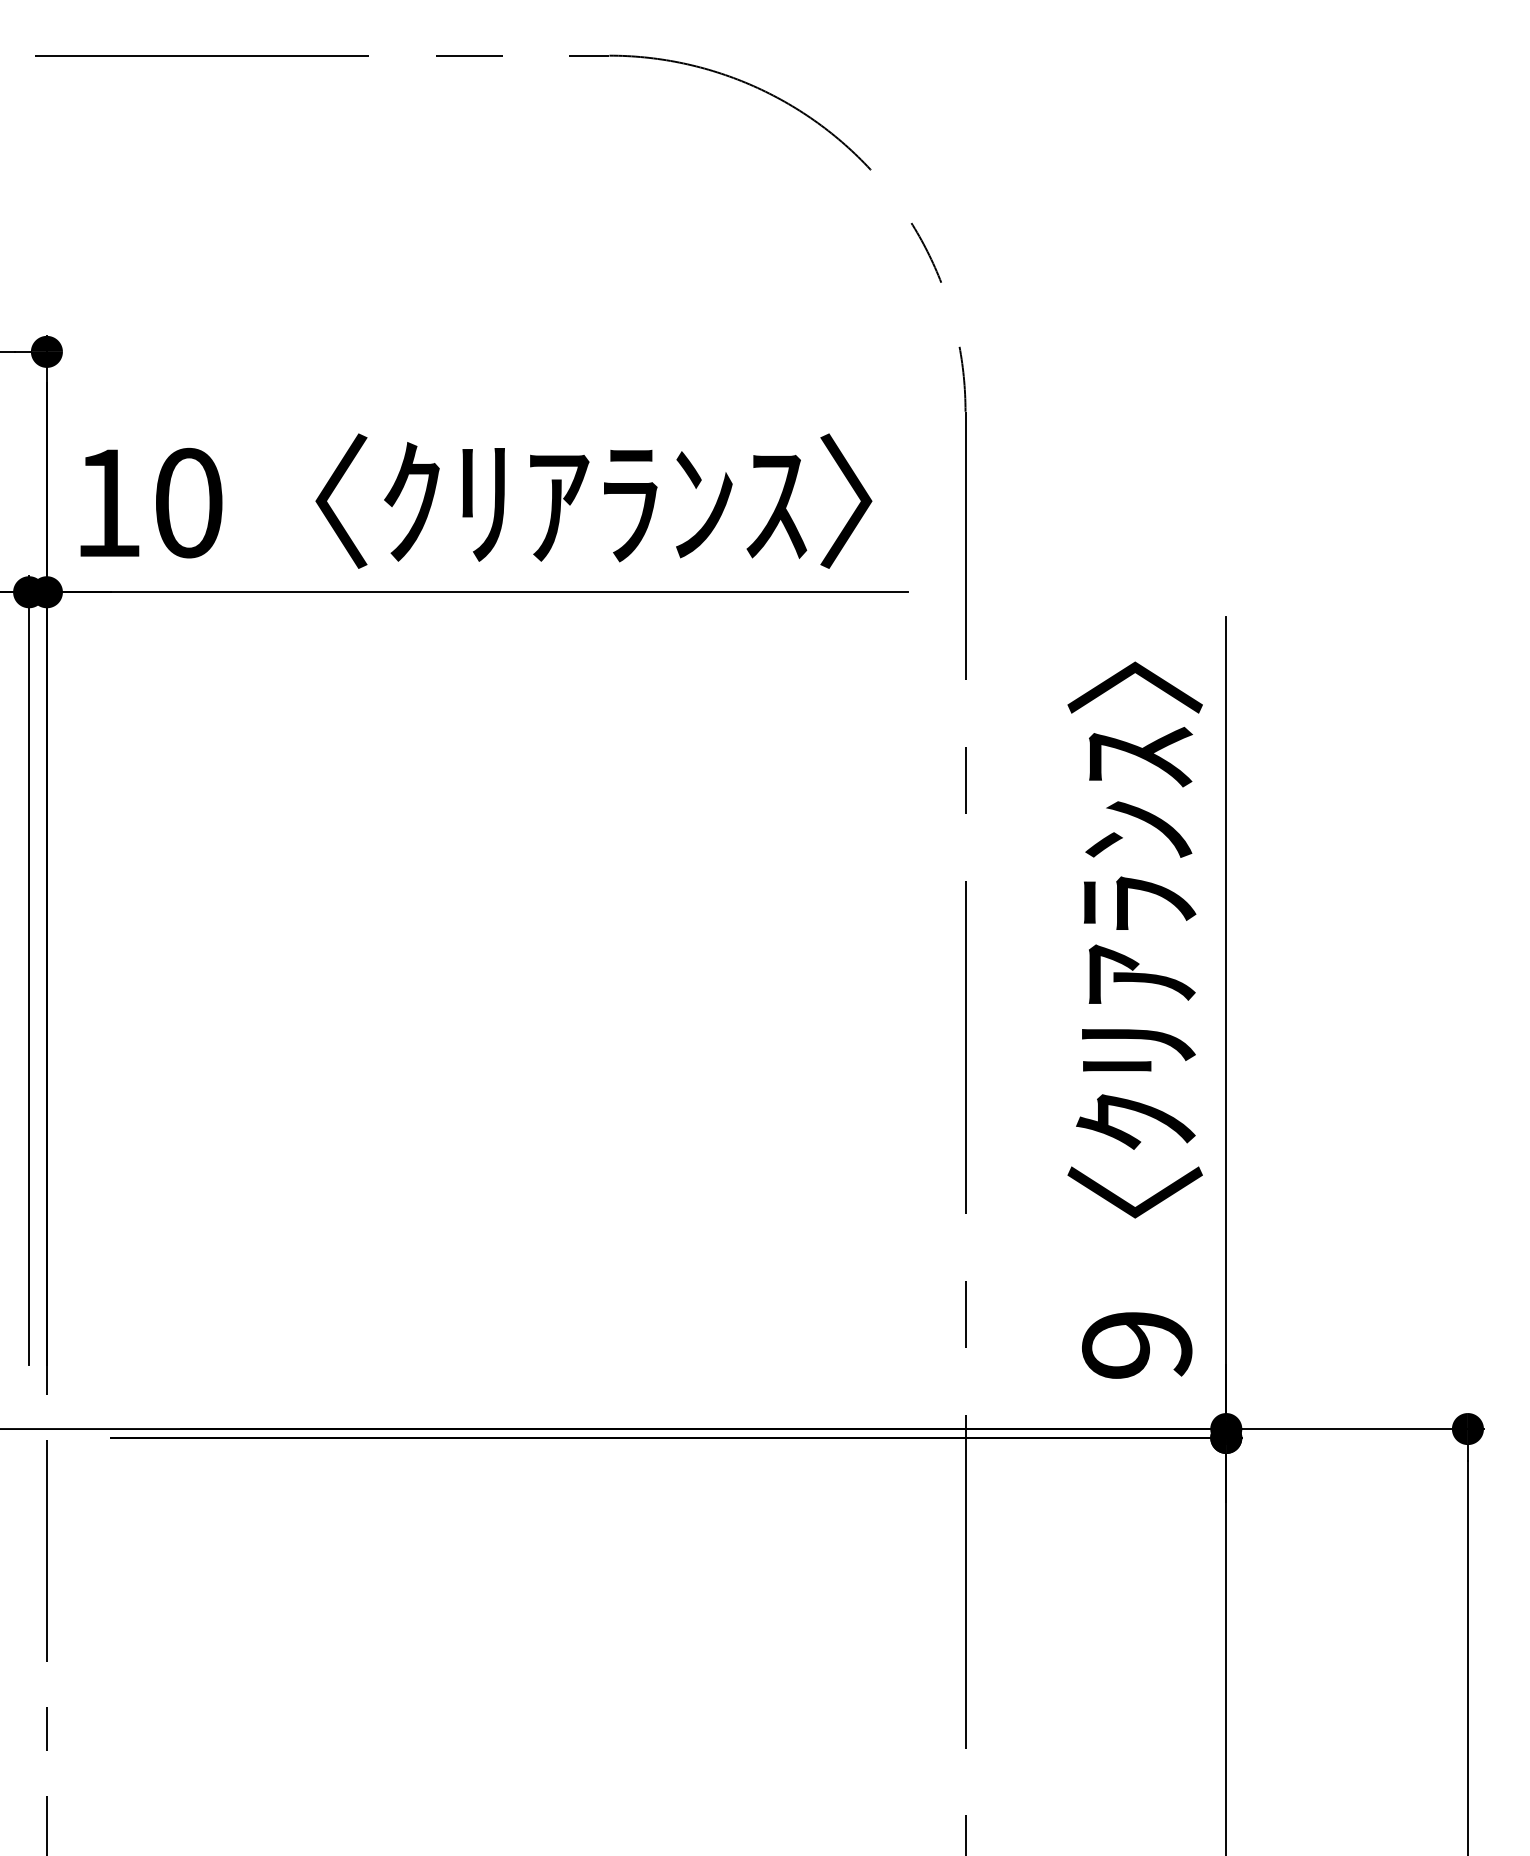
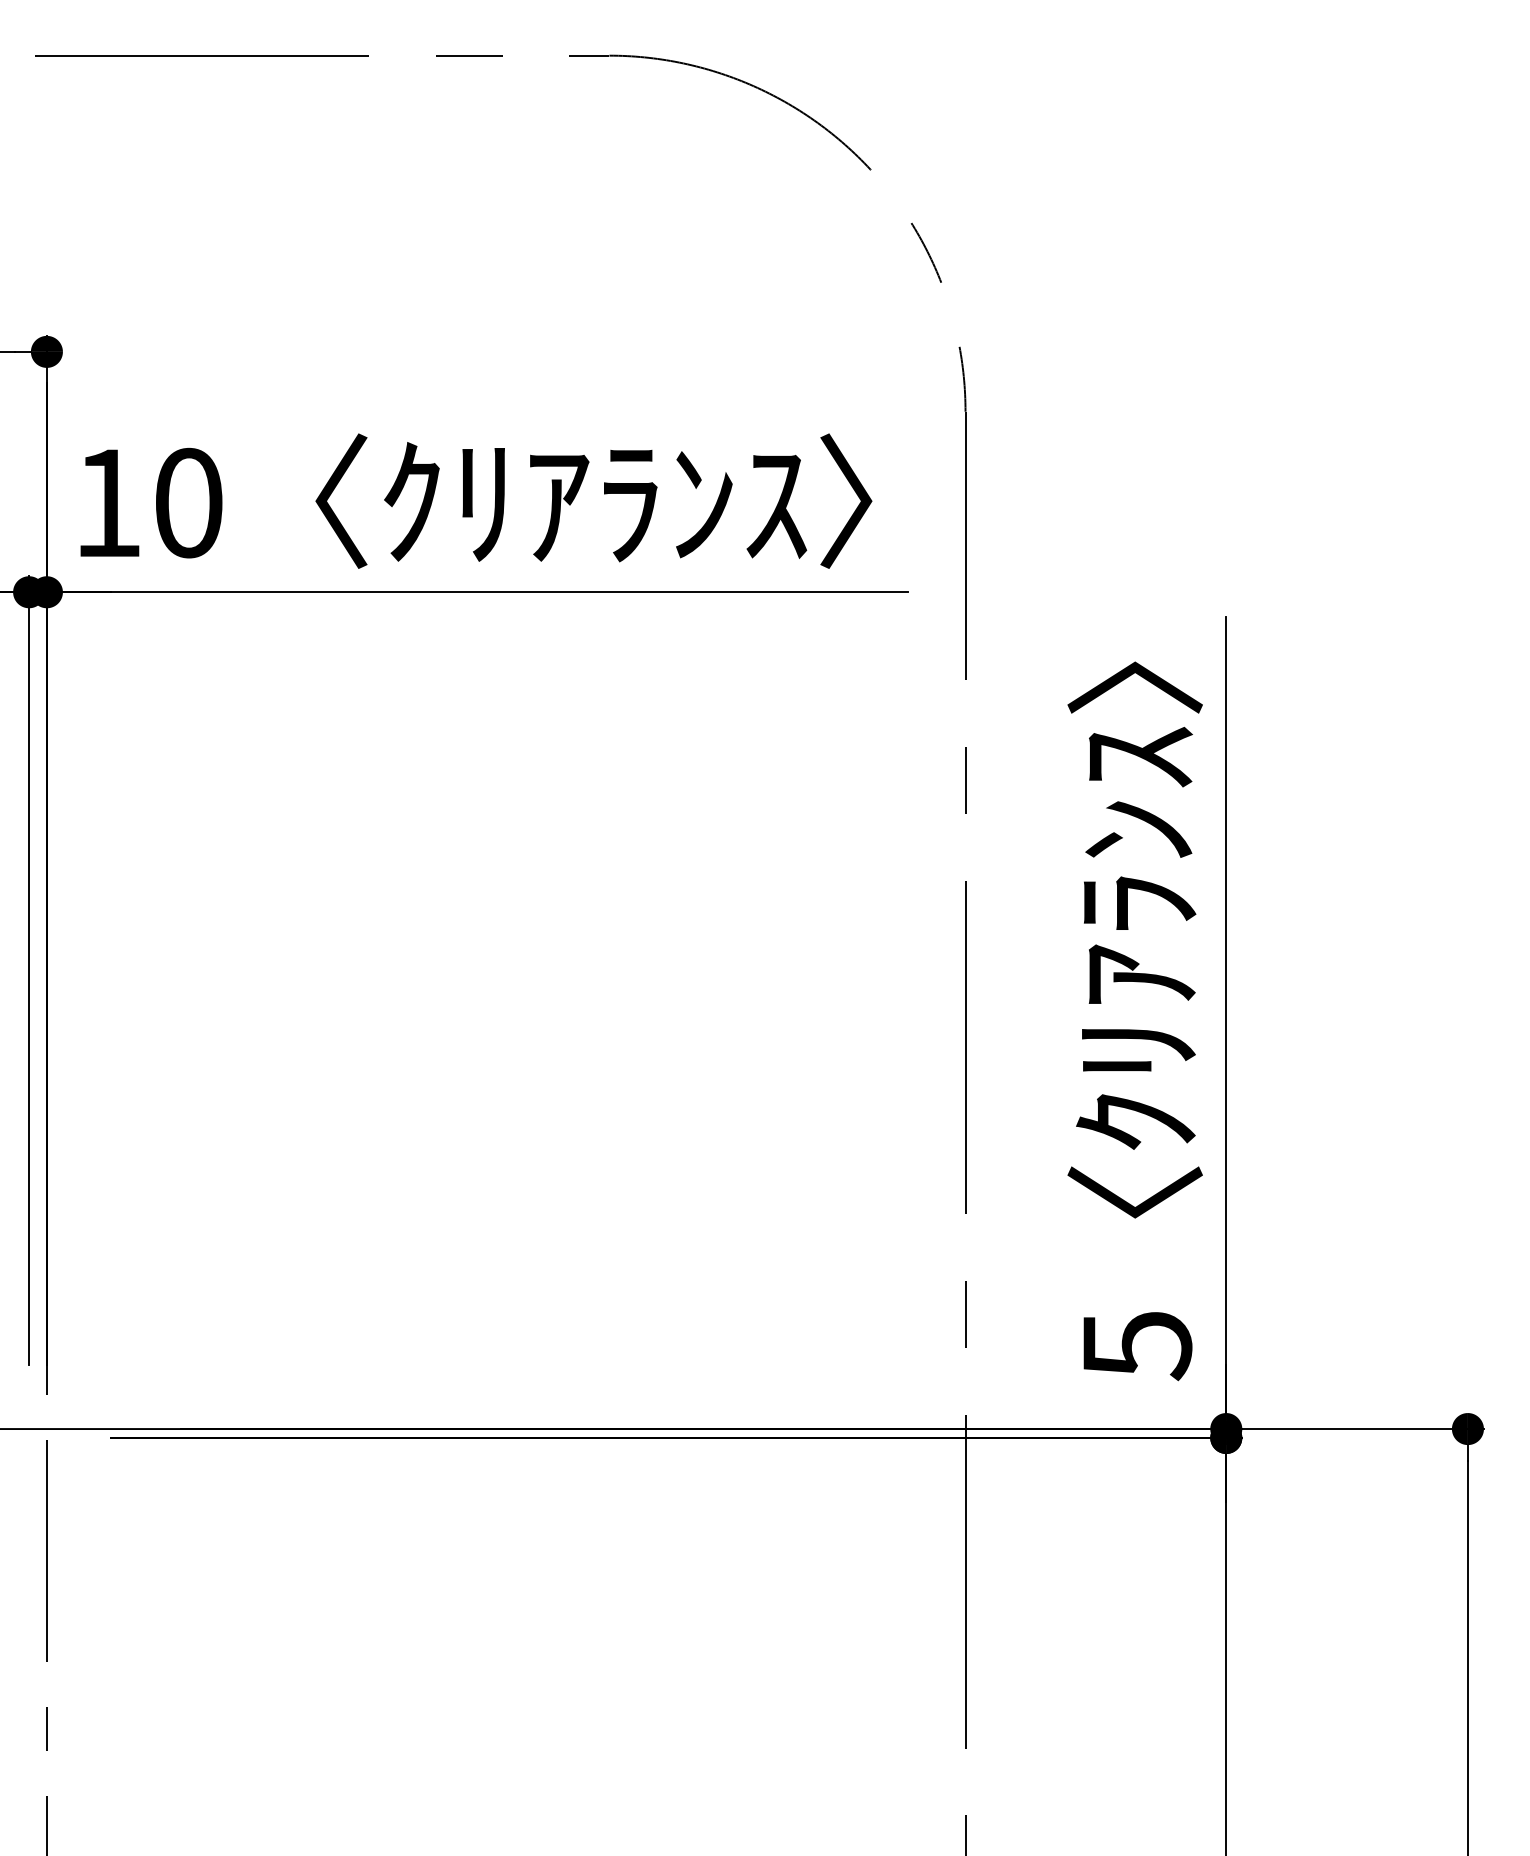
text at (1137, 1346): 9 -> 5
